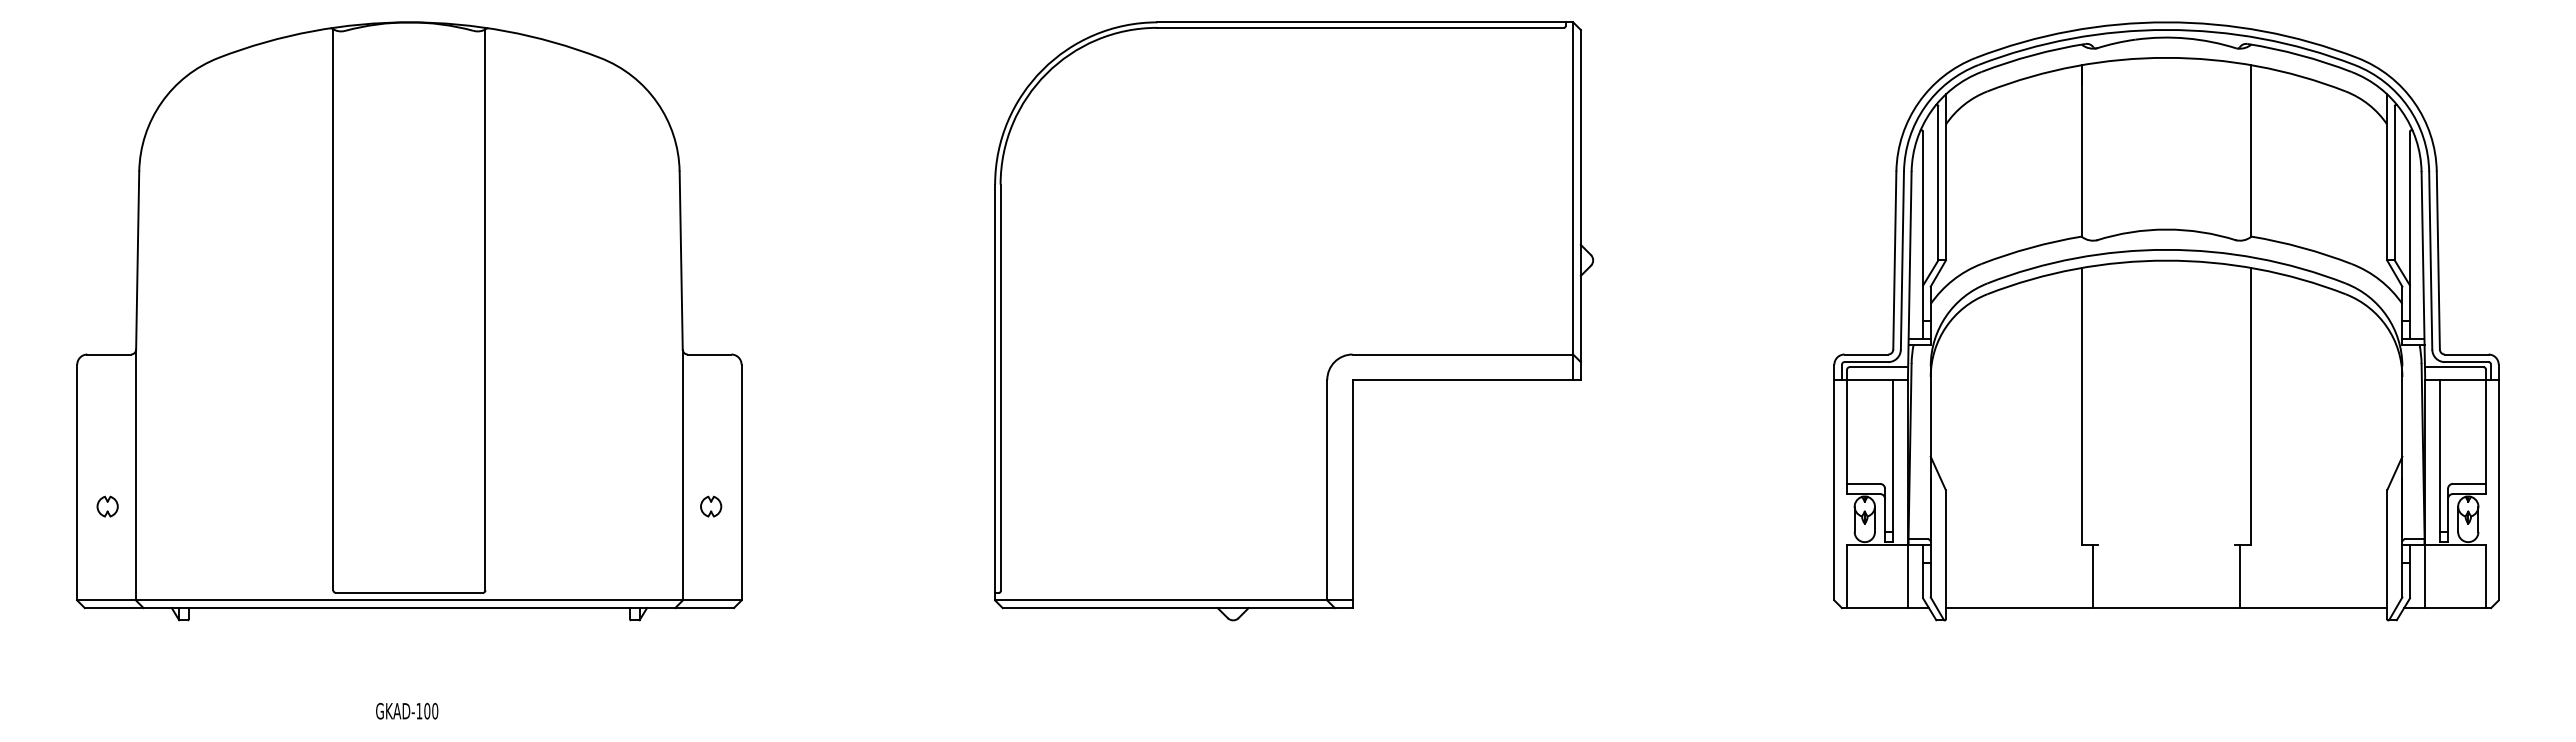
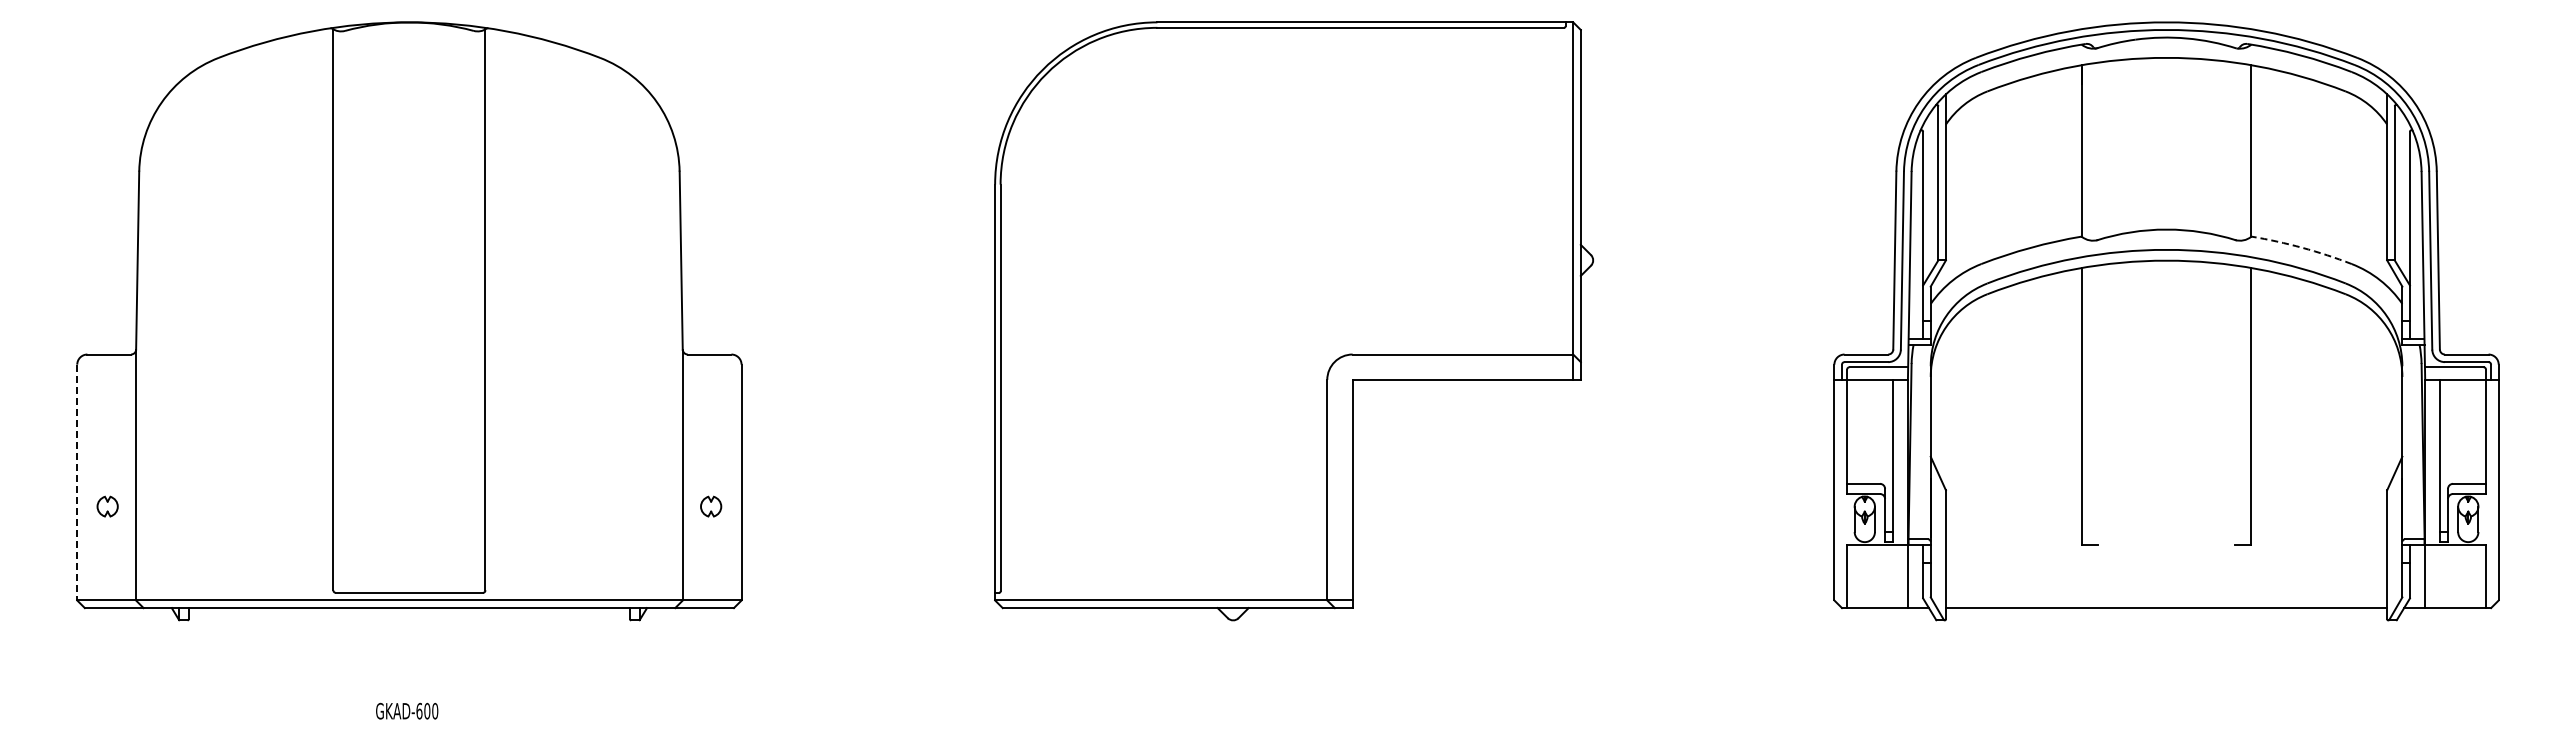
arc at (2302, 247): solid -> dashed
line at (77, 482): solid -> dashed
line at (2093, 576): present -> none
line at (2240, 576): present -> none
text at (419, 710): GKAD-100 -> GKAD-600
